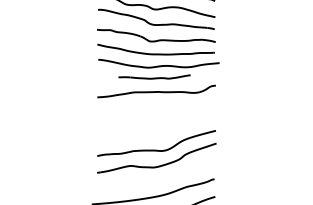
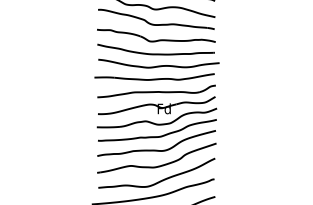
part at (154, 76) size: 73x6 px -> 121x8 px
part at (156, 118): none -> present
curve at (160, 180): none -> present
